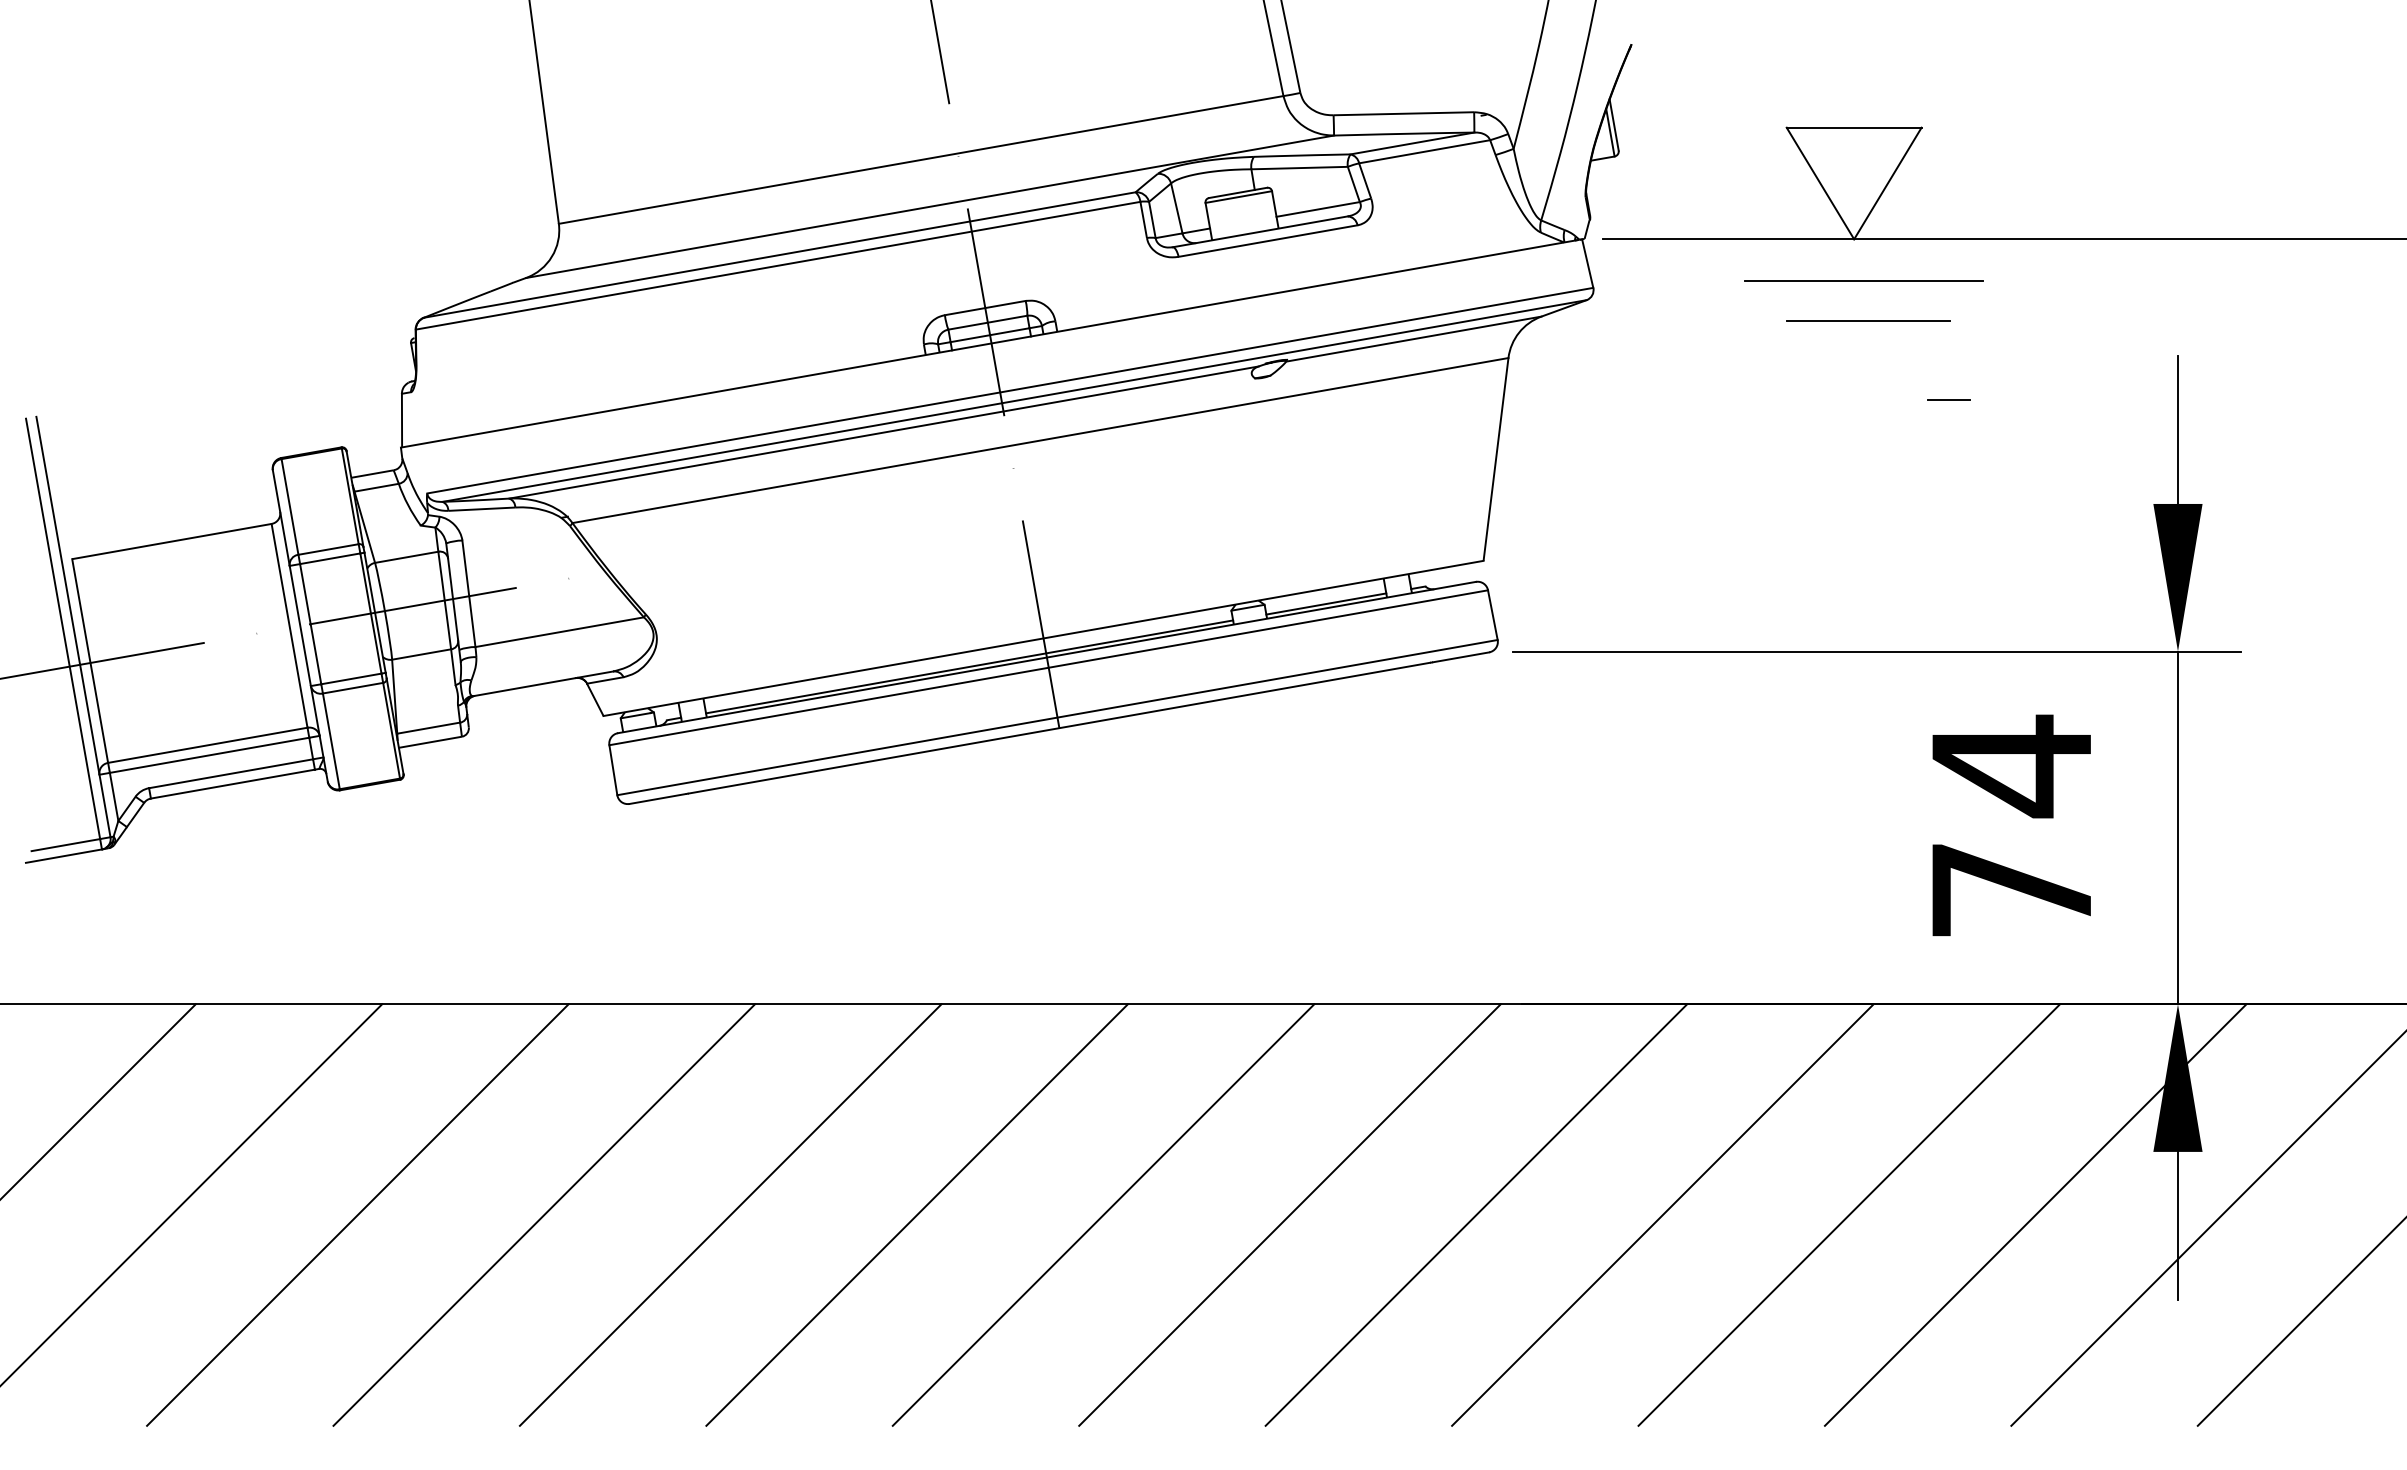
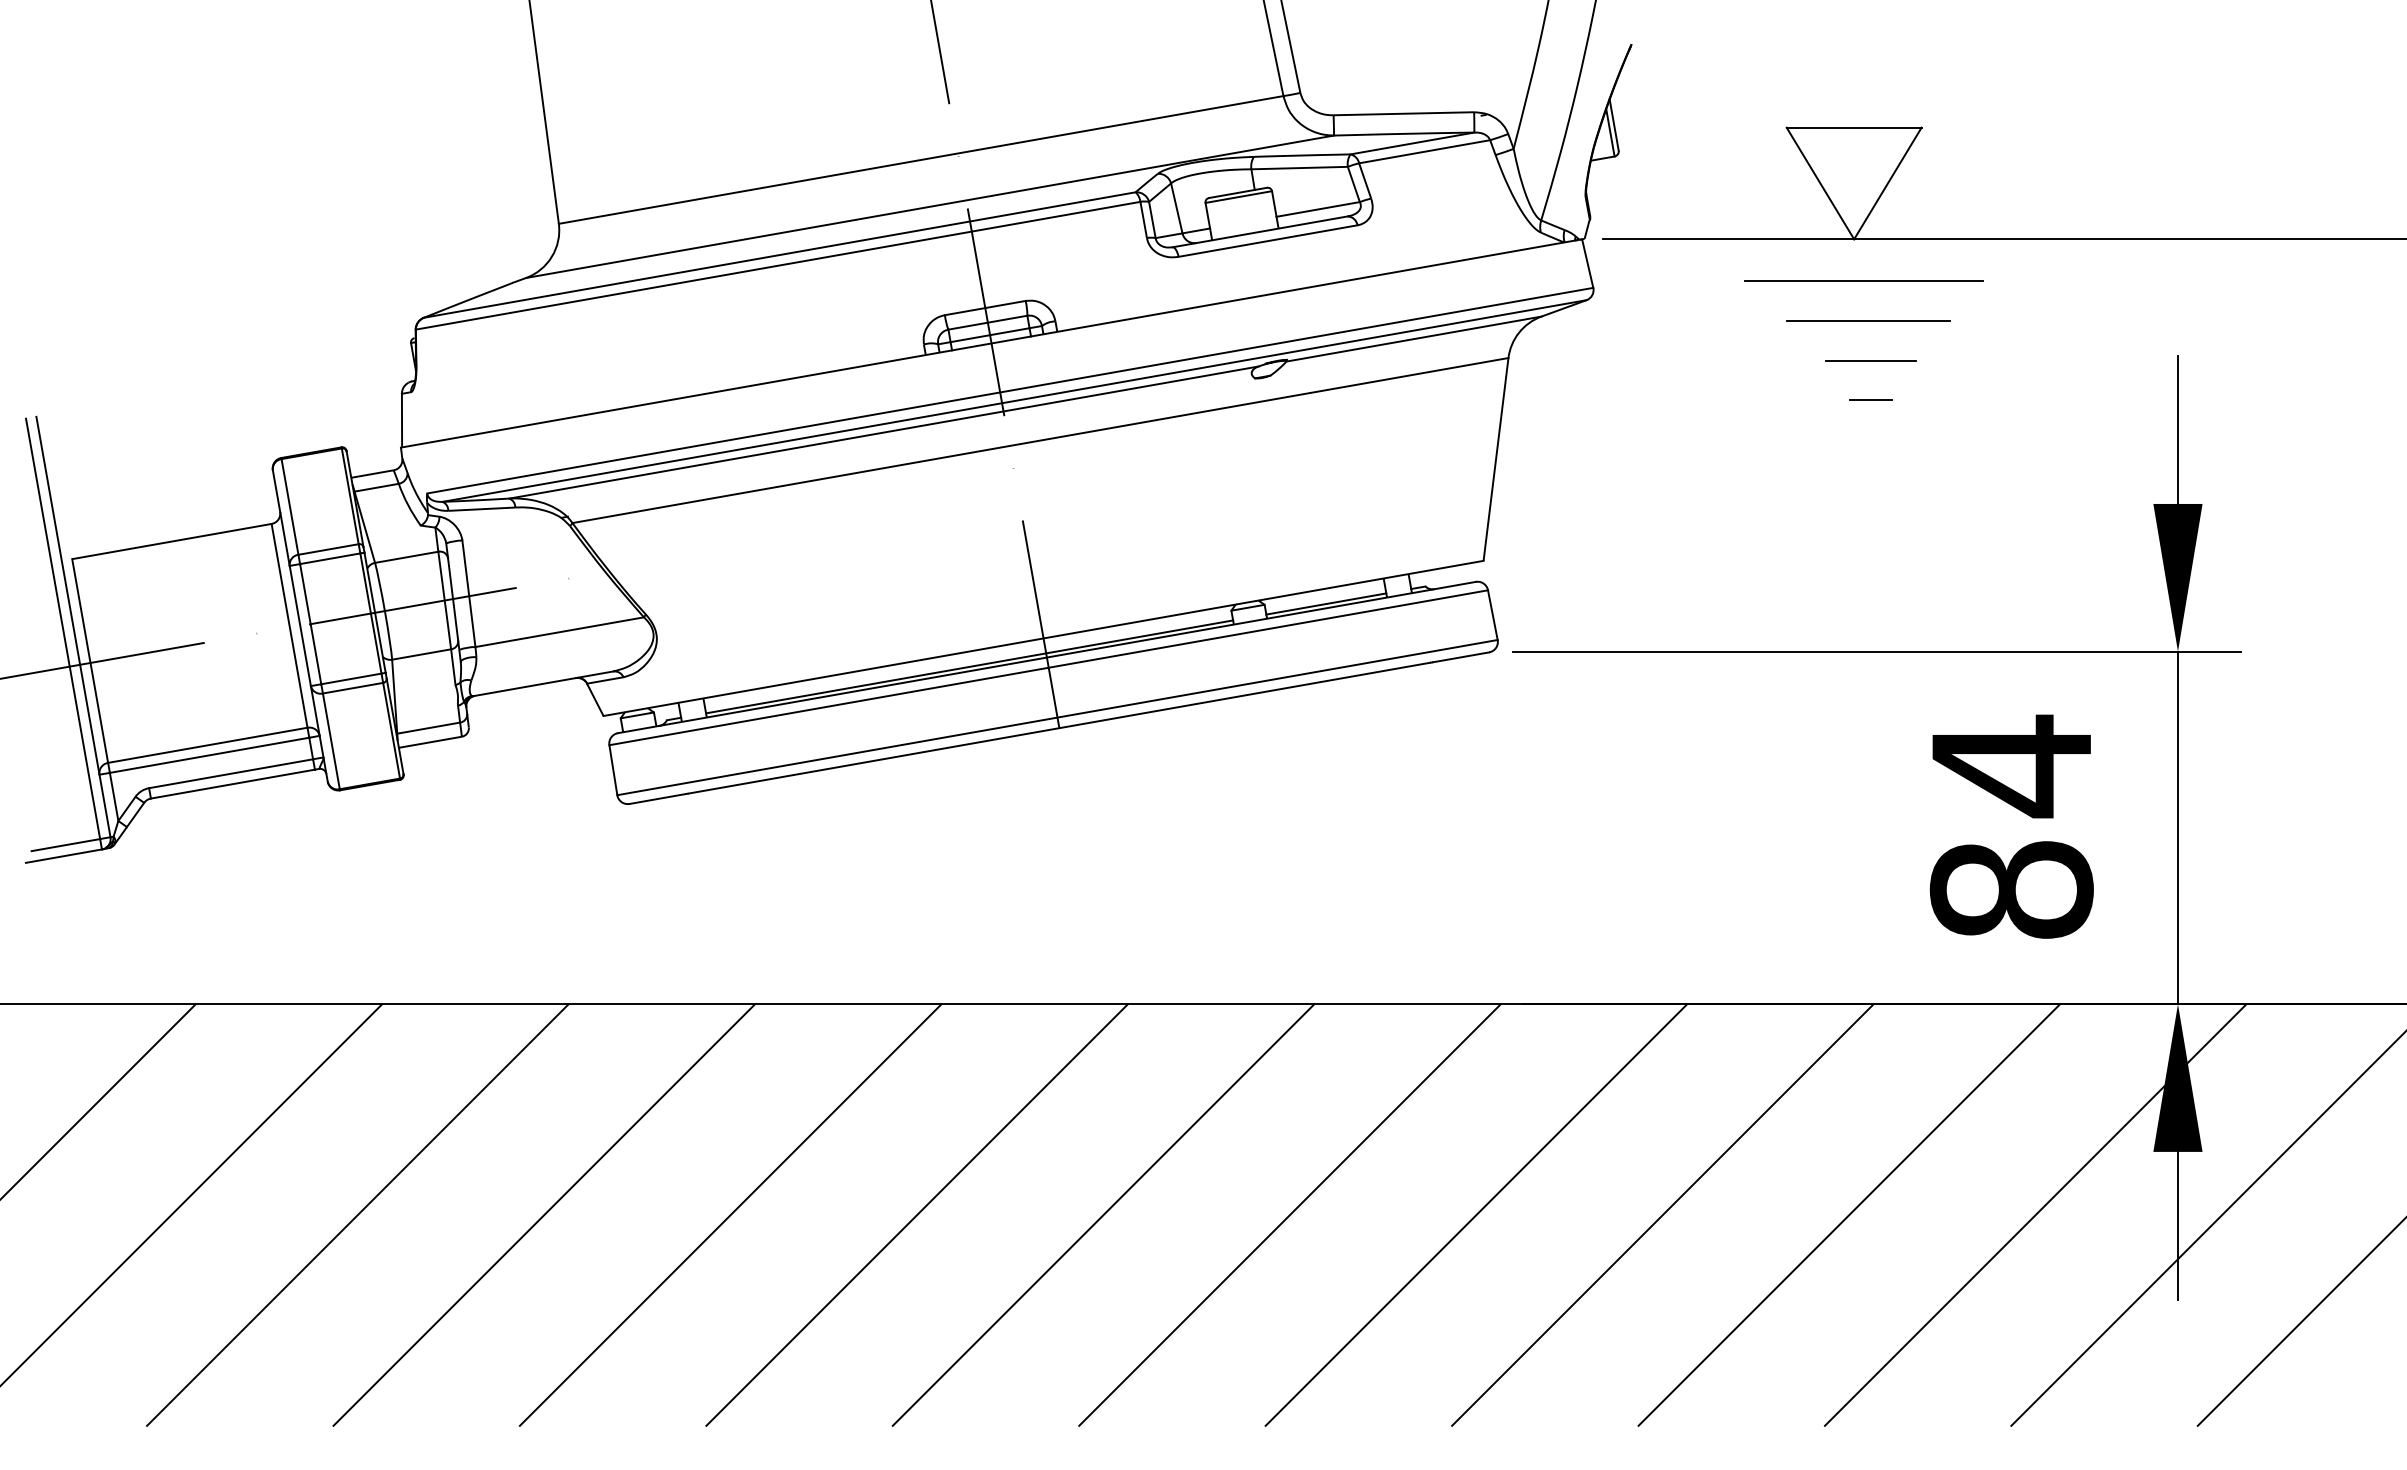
line at (1870, 360): none -> present
line at (1948, 399) position: (1948, 399) -> (1870, 399)
text at (2011, 889): 74 -> 84
